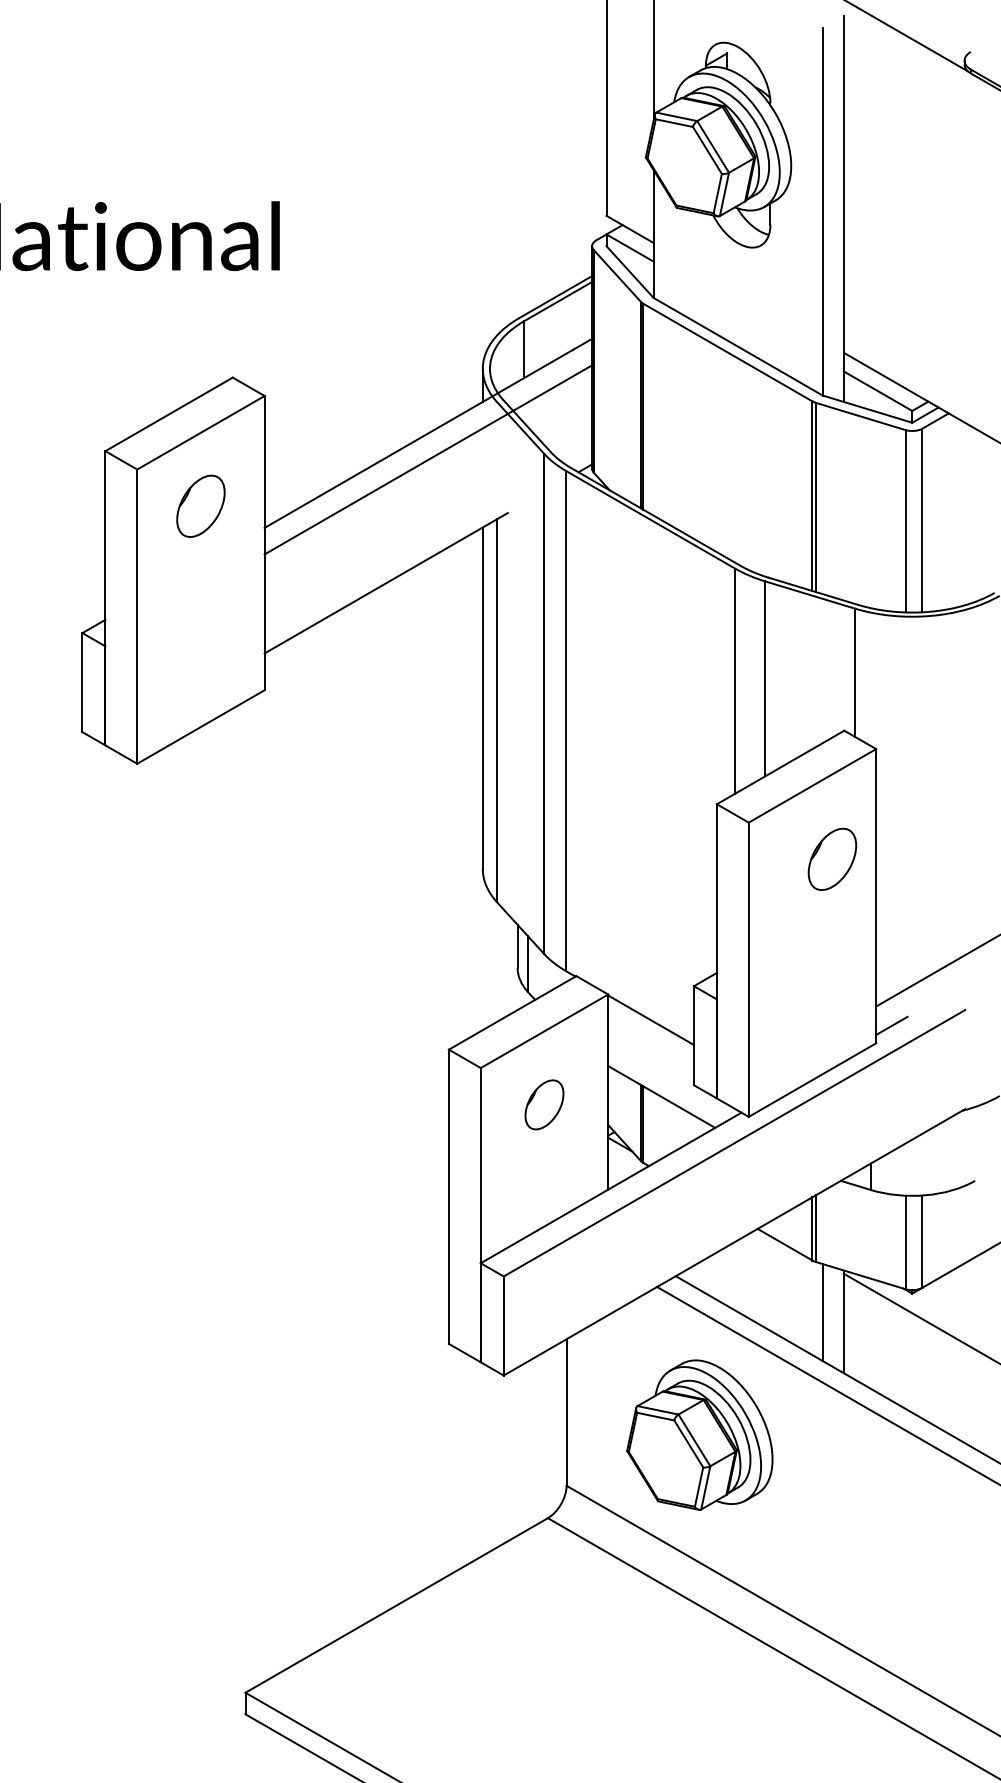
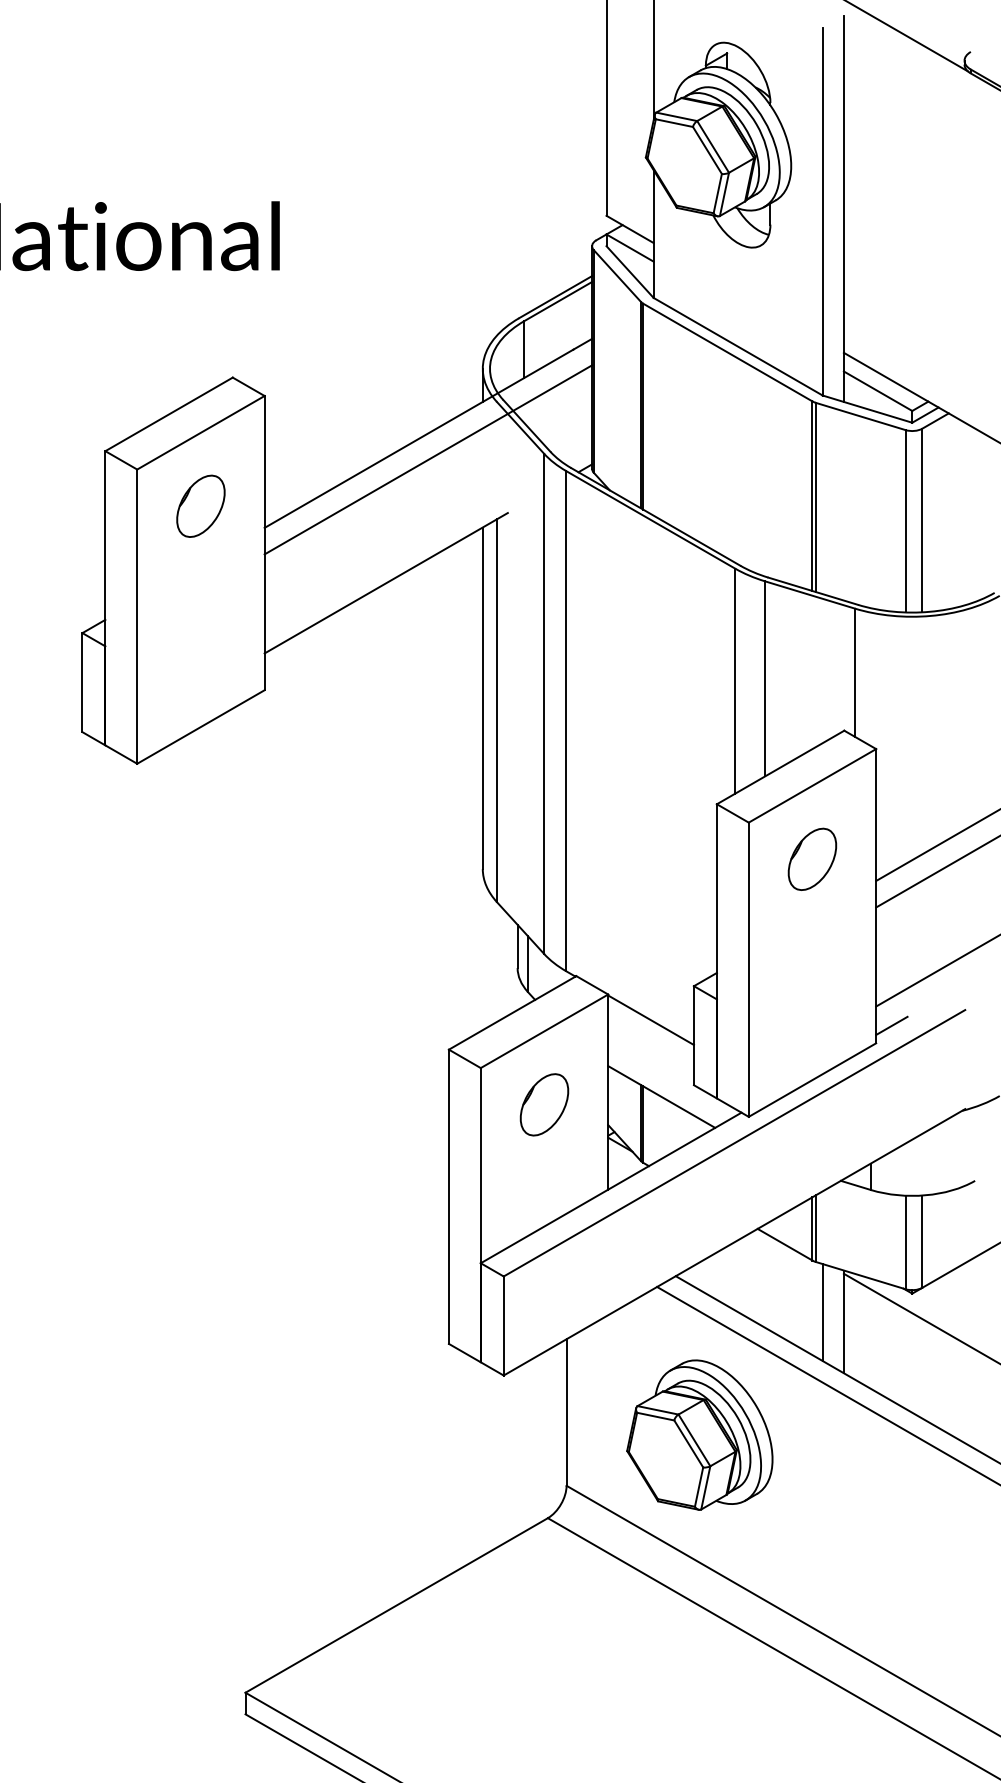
line at (936, 845): none -> present
part at (832, 858) position: (832, 858) -> (812, 858)
line at (936, 872): none -> present
part at (544, 1104) size: 41x52 px -> 51x64 px
